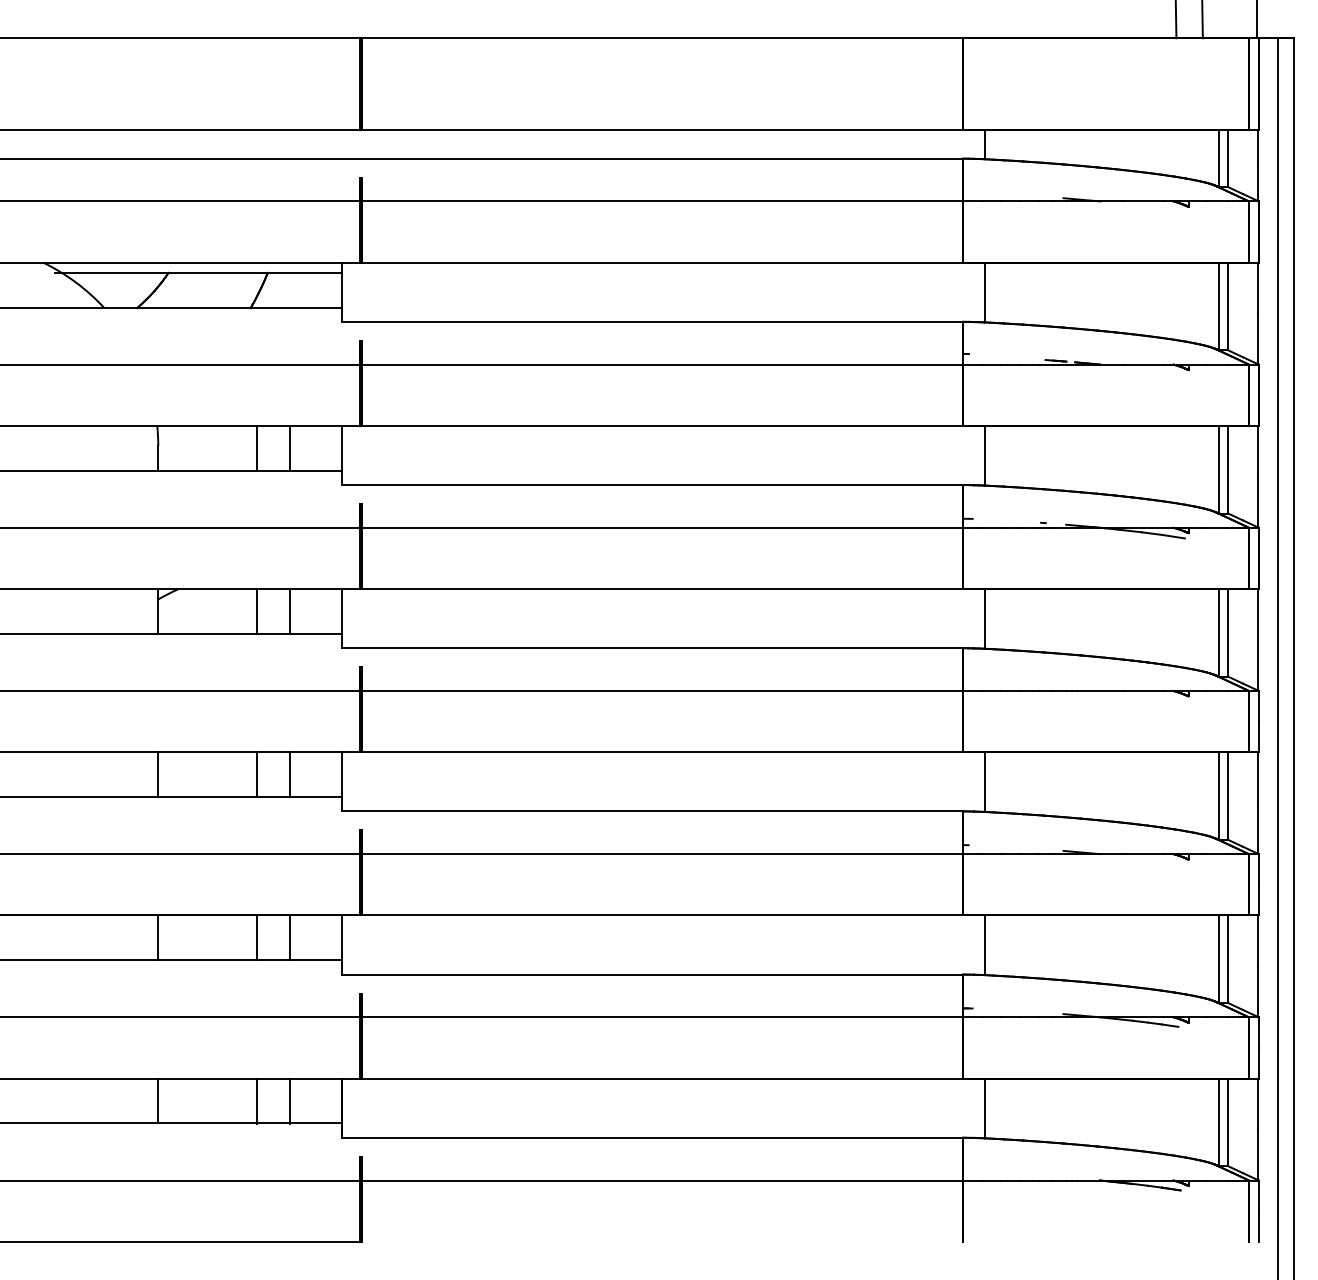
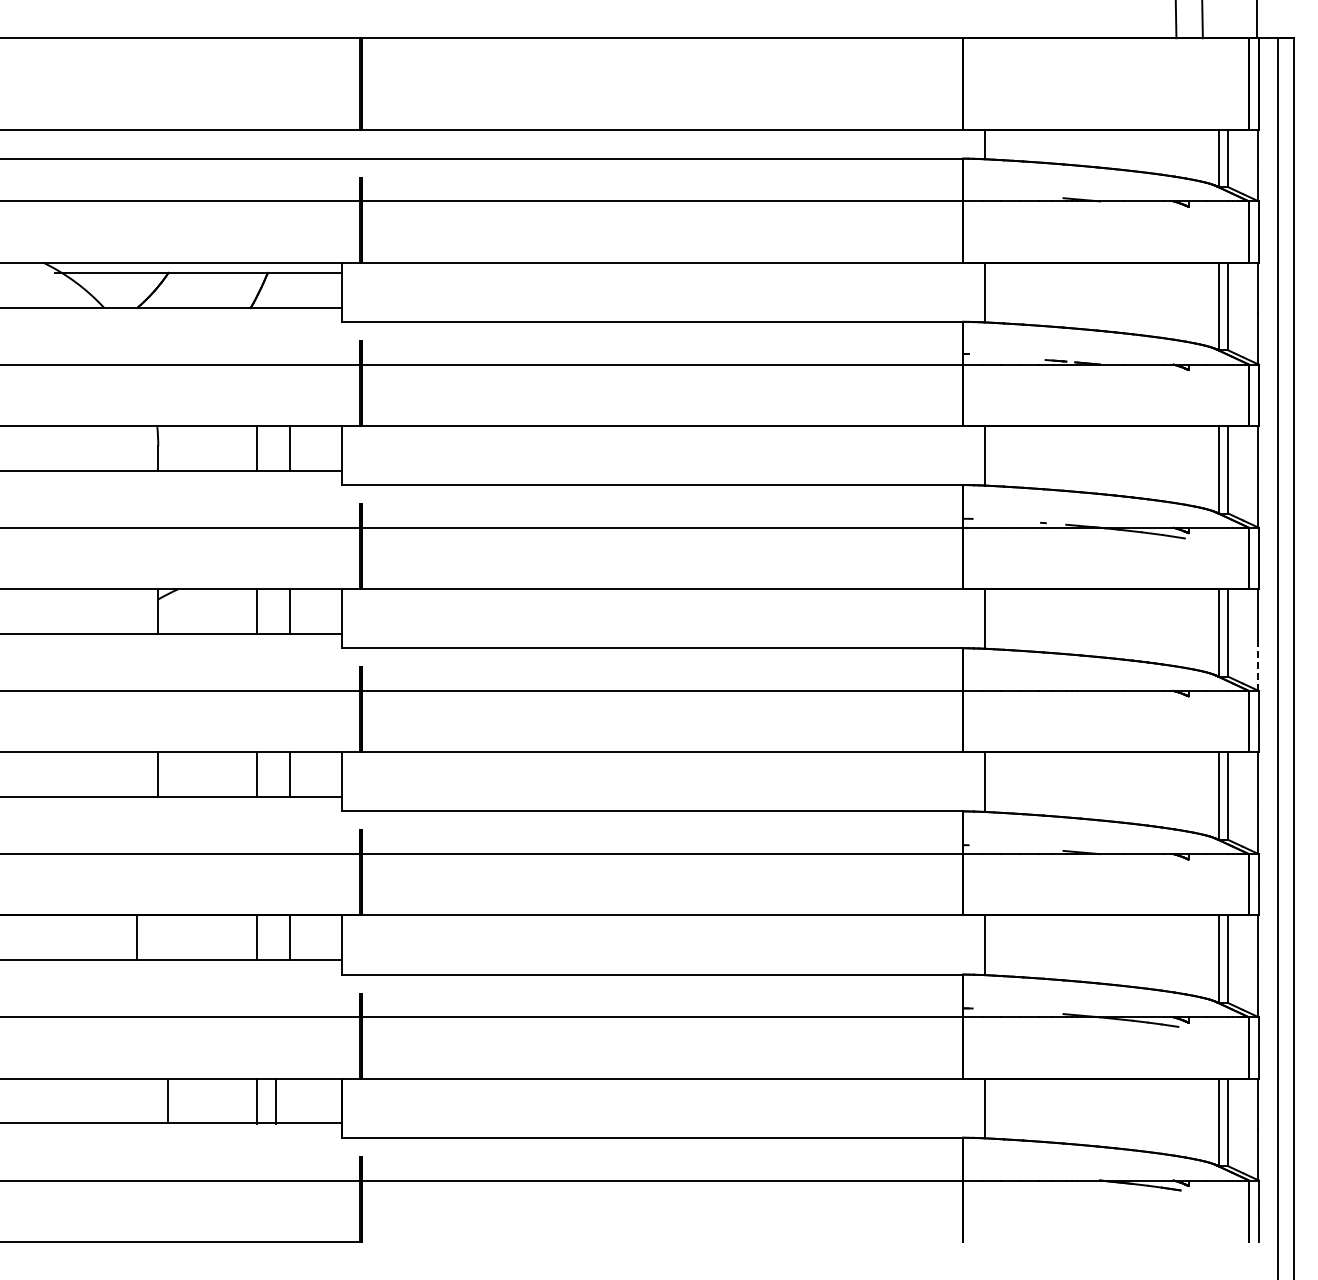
line at (1257, 665): solid -> dashed
line at (158, 937) position: (158, 937) -> (137, 937)
line at (158, 1100) position: (158, 1100) -> (168, 1100)
line at (290, 1100) position: (290, 1100) -> (276, 1100)
